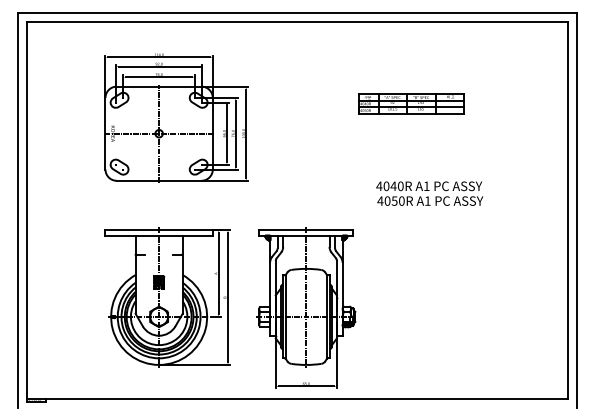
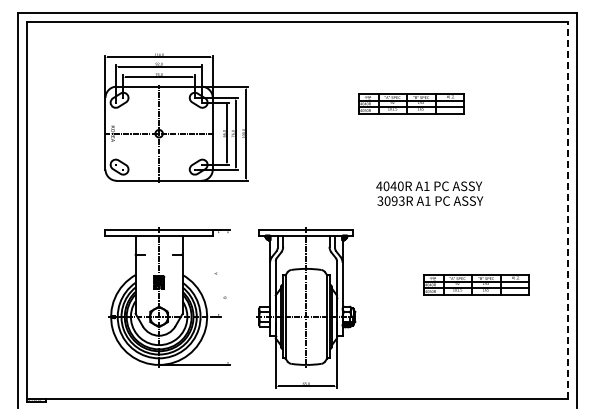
text at (390, 200): 4050R -> 3093R
line at (567, 209): solid -> dashed
line at (218, 273): present -> none
part at (476, 284): none -> present
line at (228, 297): present -> none
